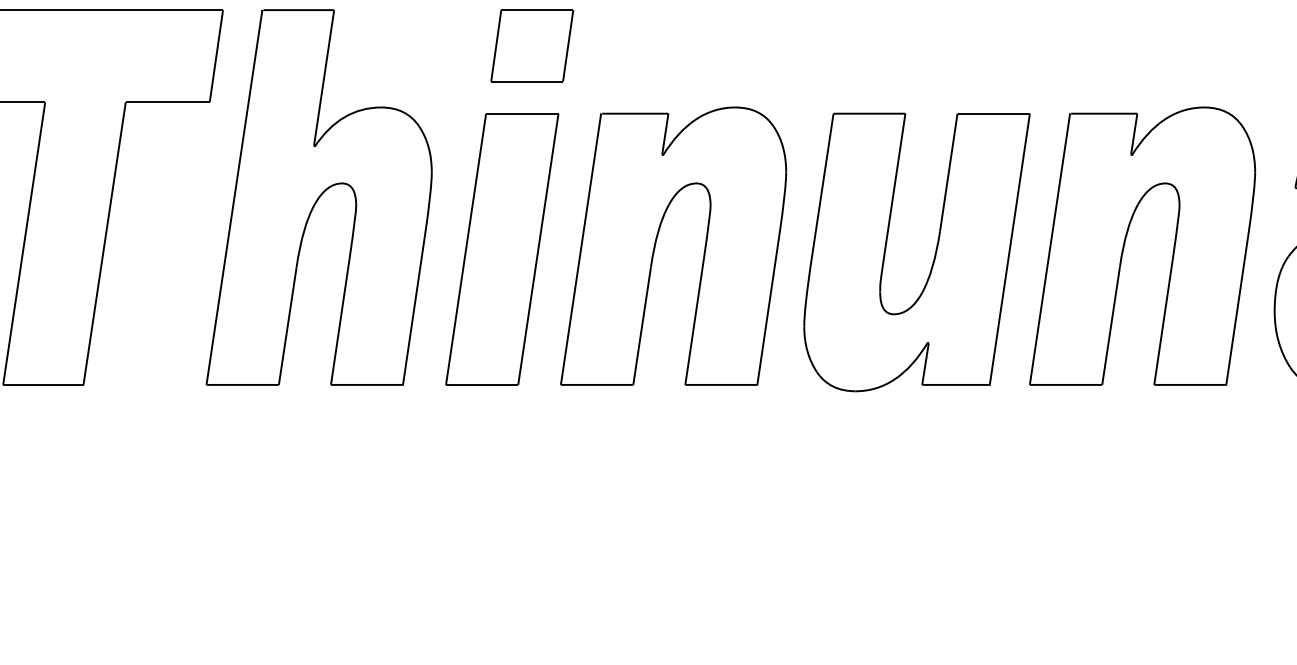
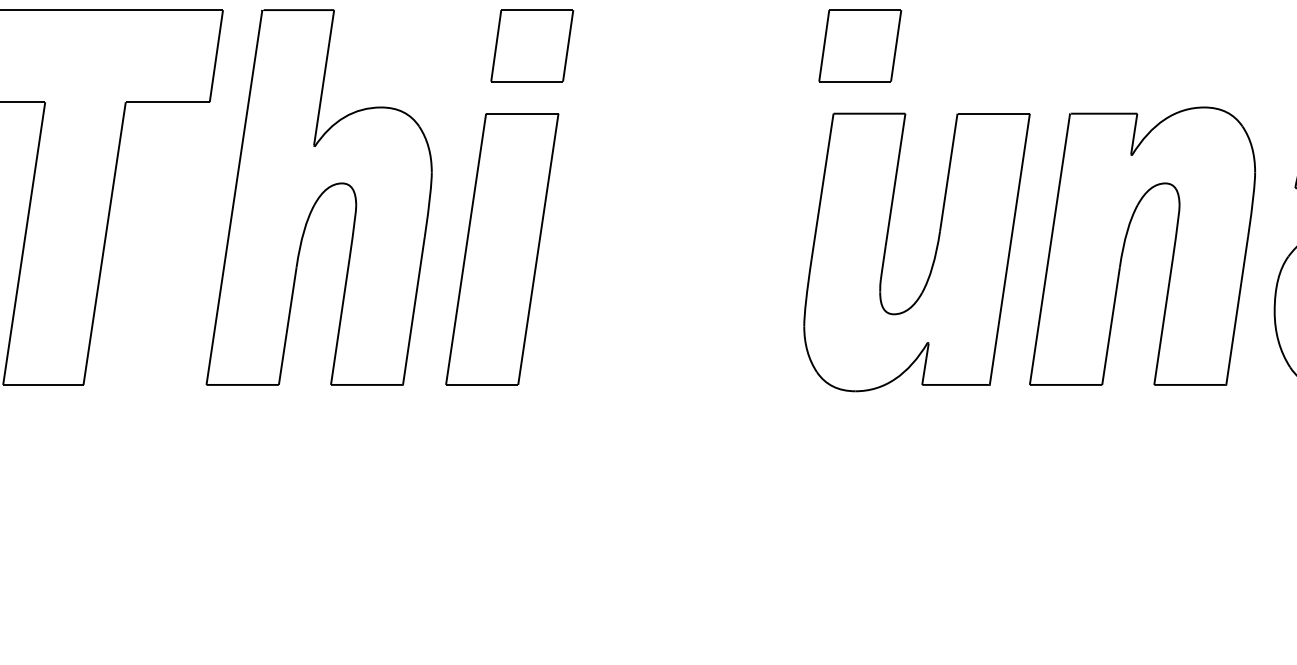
part at (860, 45): none -> present
part at (656, 244): present -> none
